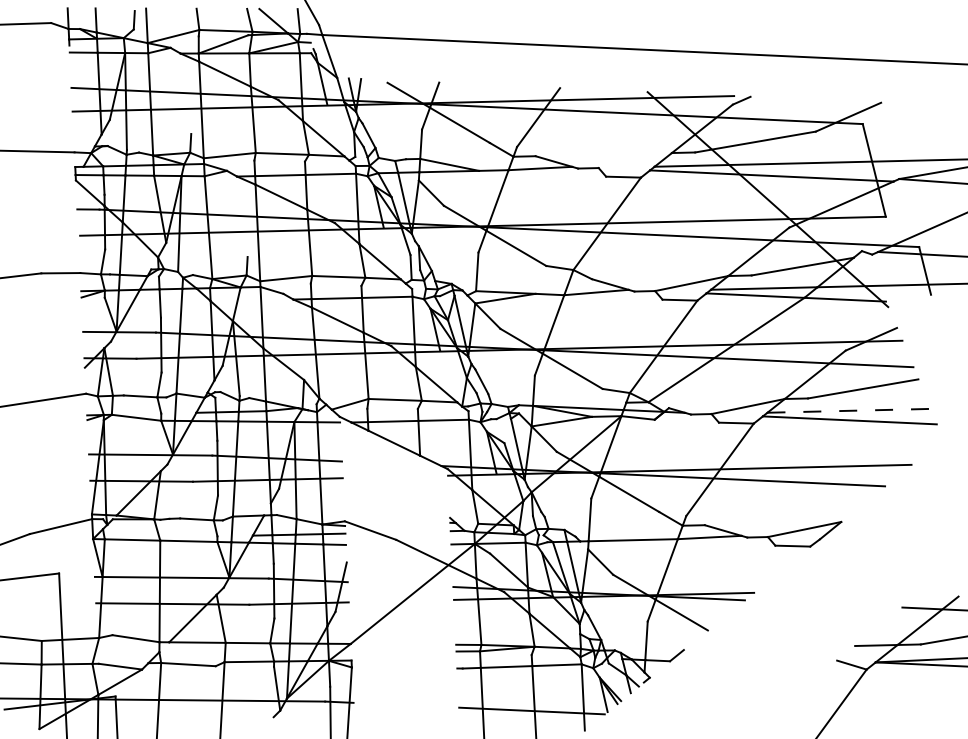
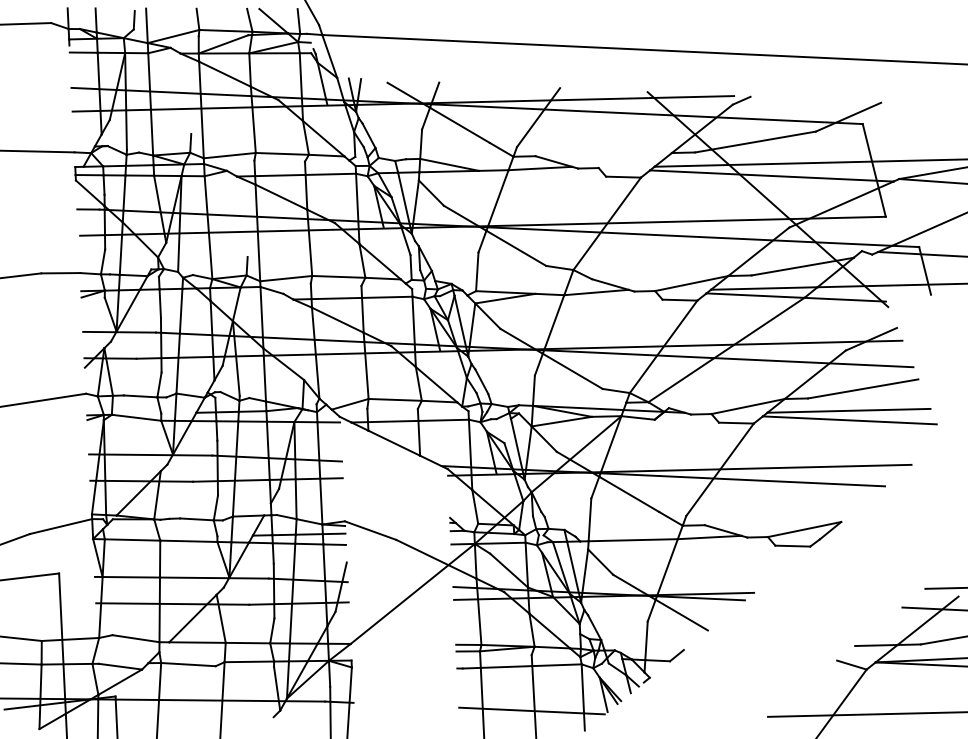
line at (848, 410): dashed -> solid
line at (944, 587): none -> present
line at (866, 714): none -> present
